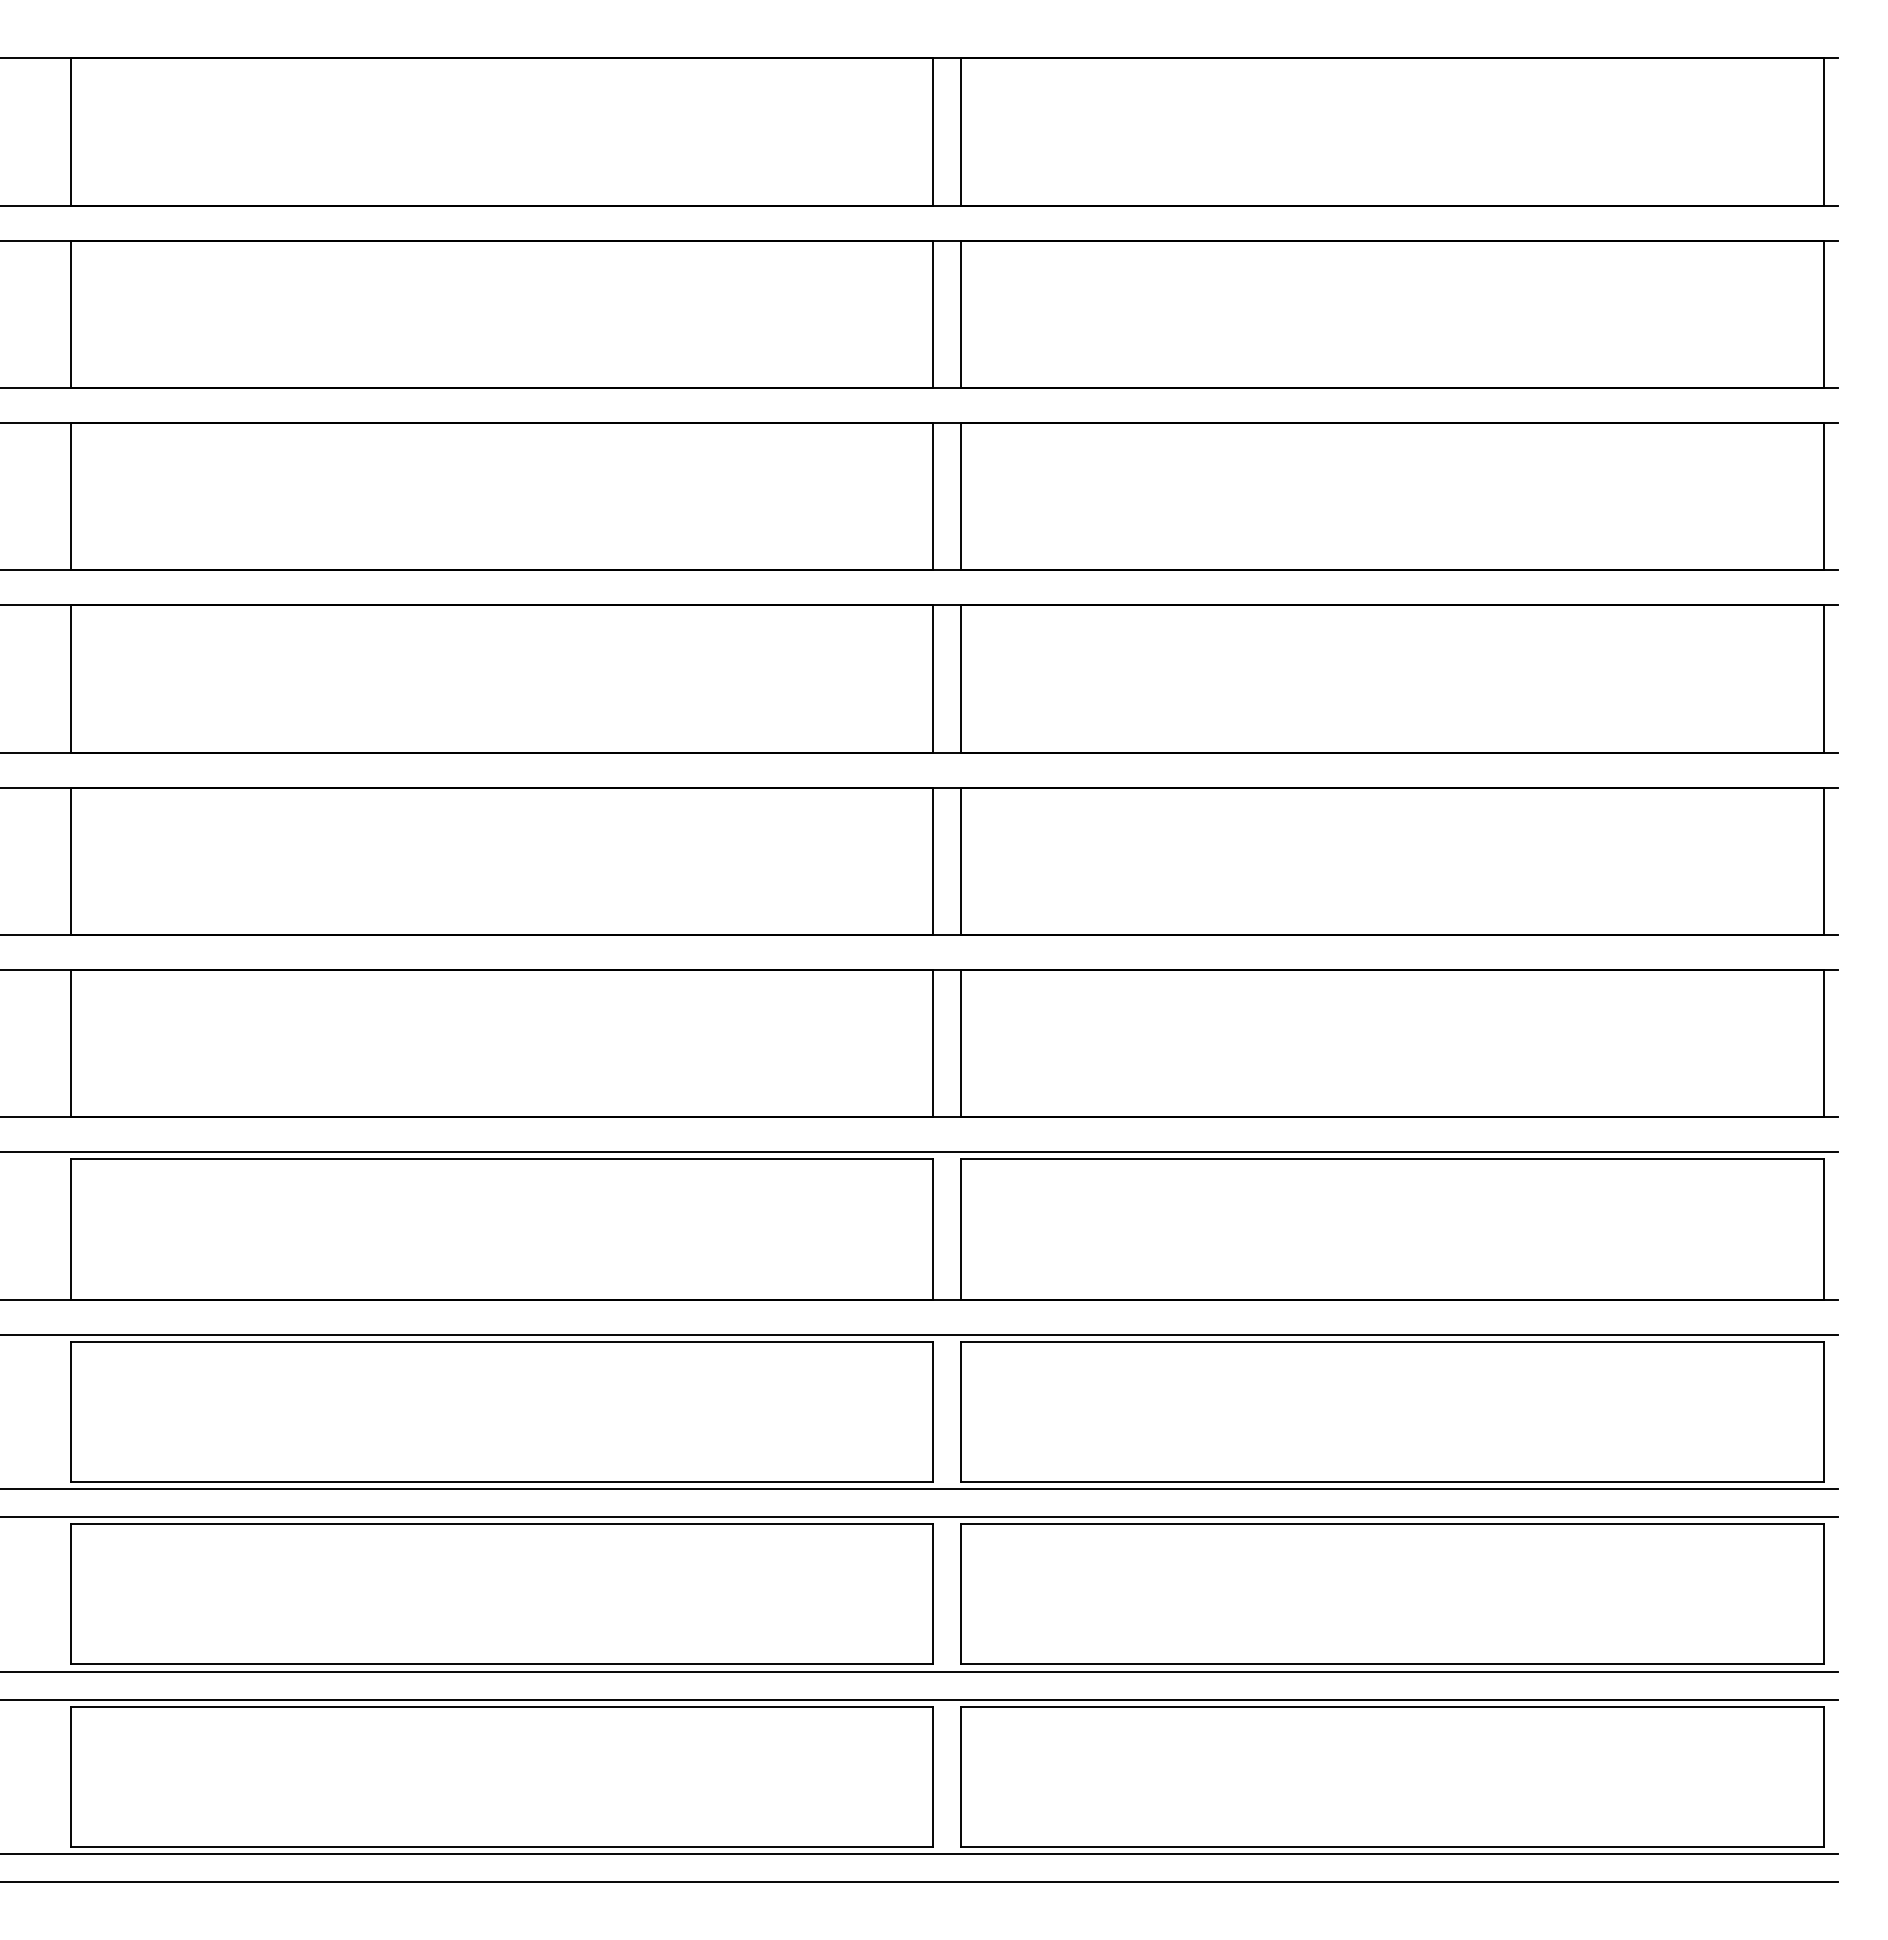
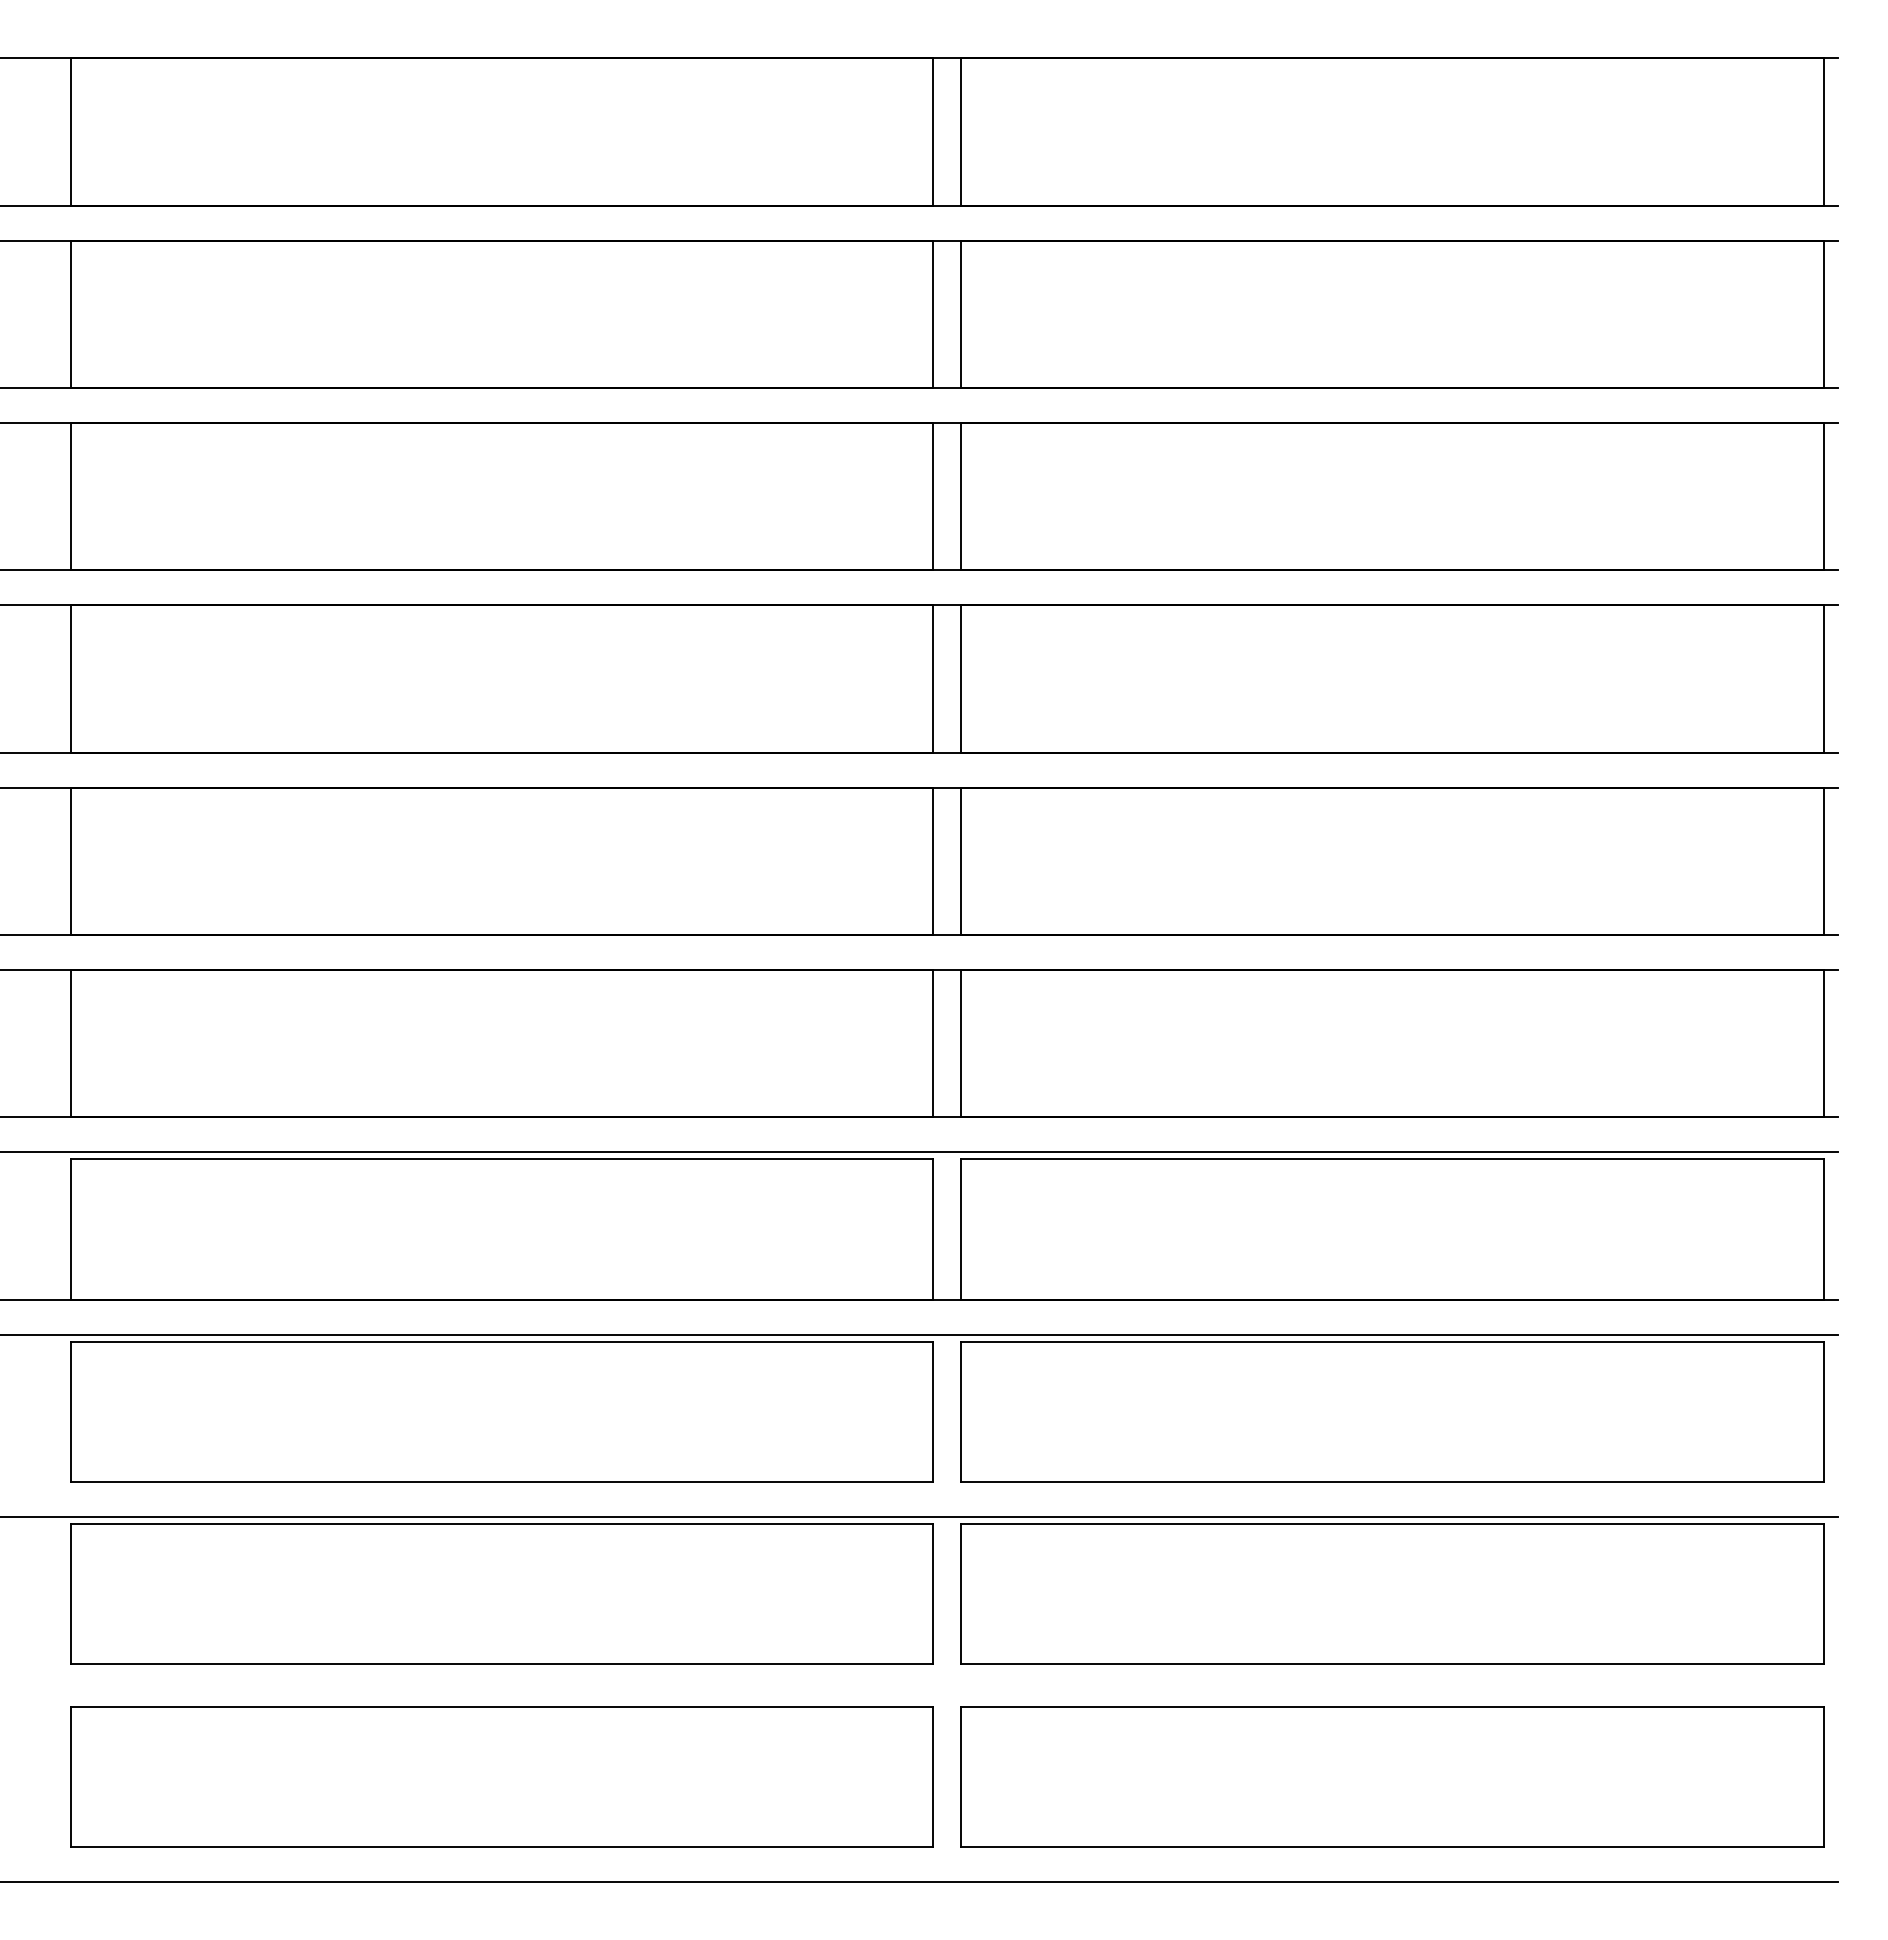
line at (920, 1489): present -> none
line at (920, 1671): present -> none
line at (920, 1699): present -> none
line at (920, 1853): present -> none
